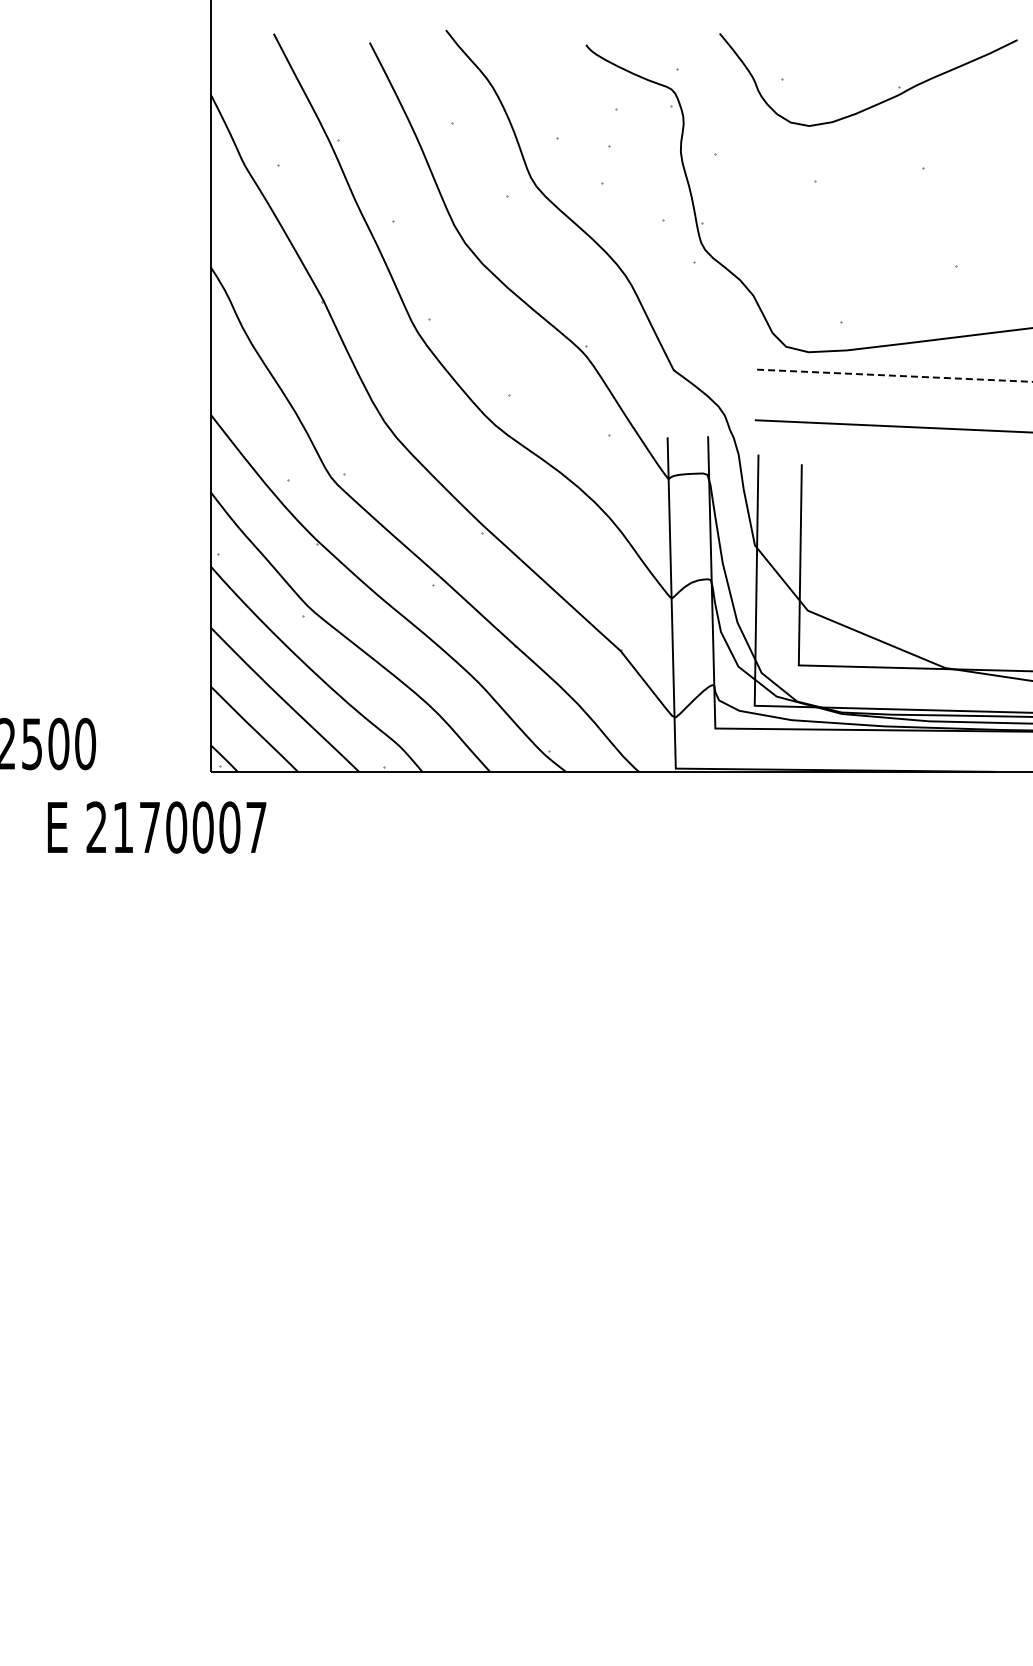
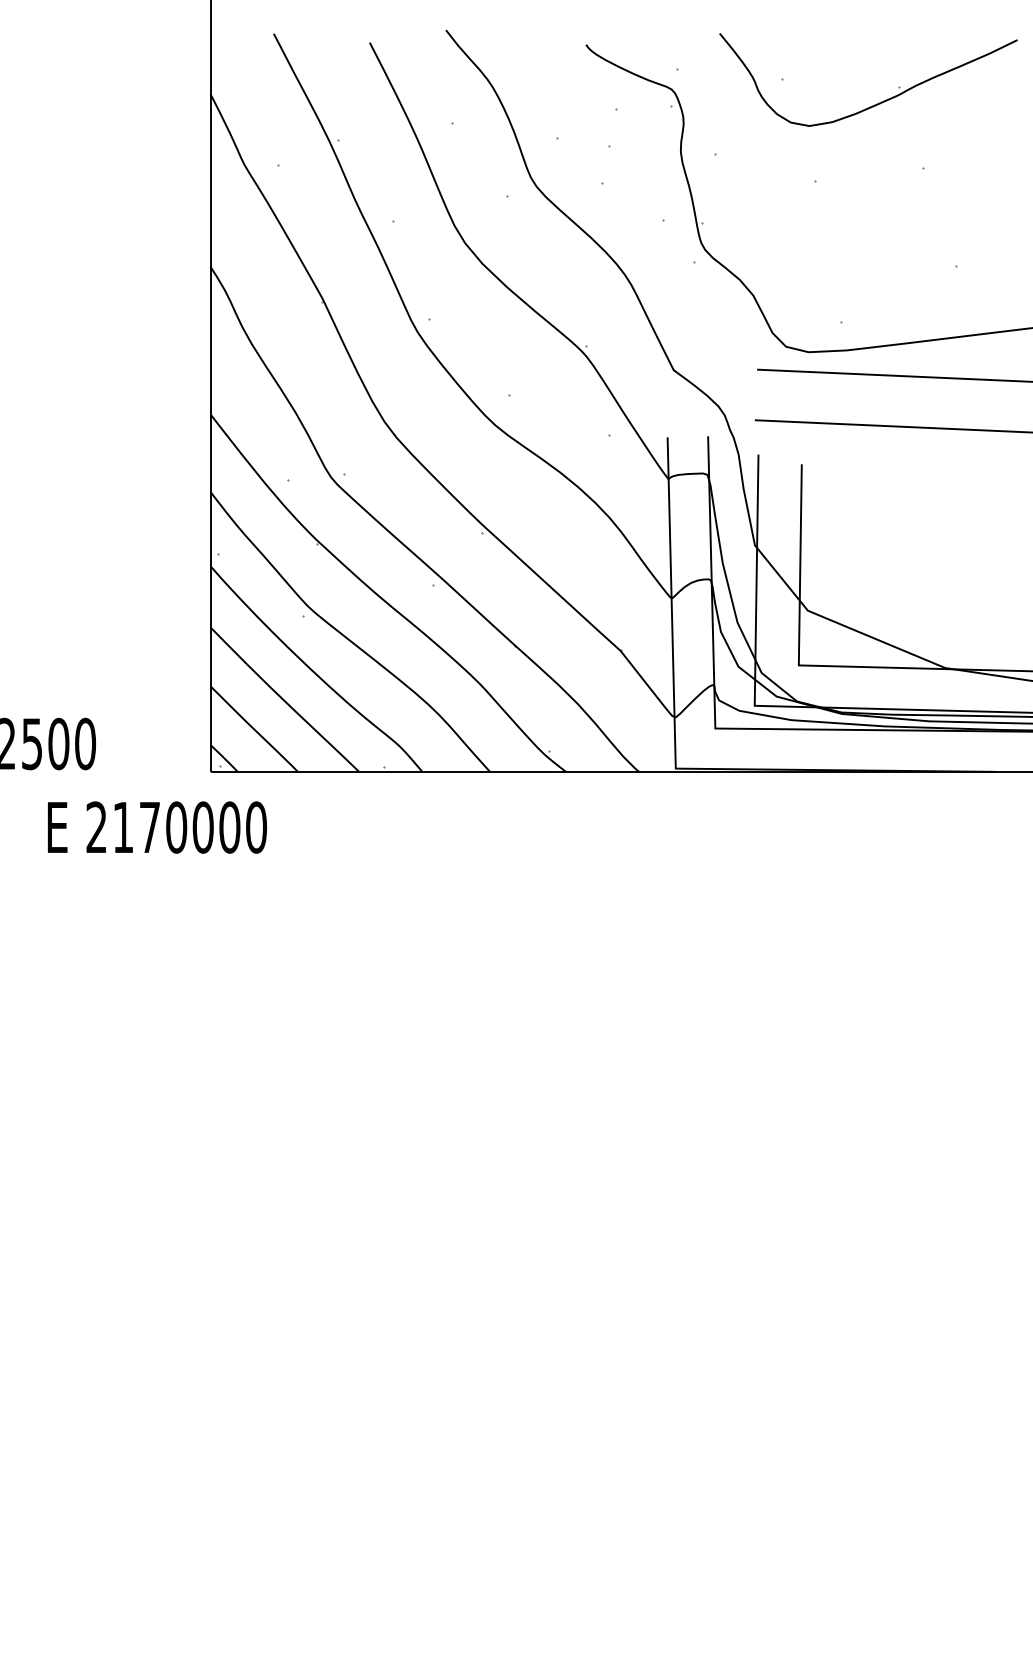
line at (894, 375): dashed -> solid
text at (256, 827): 2170007 -> 2170000
